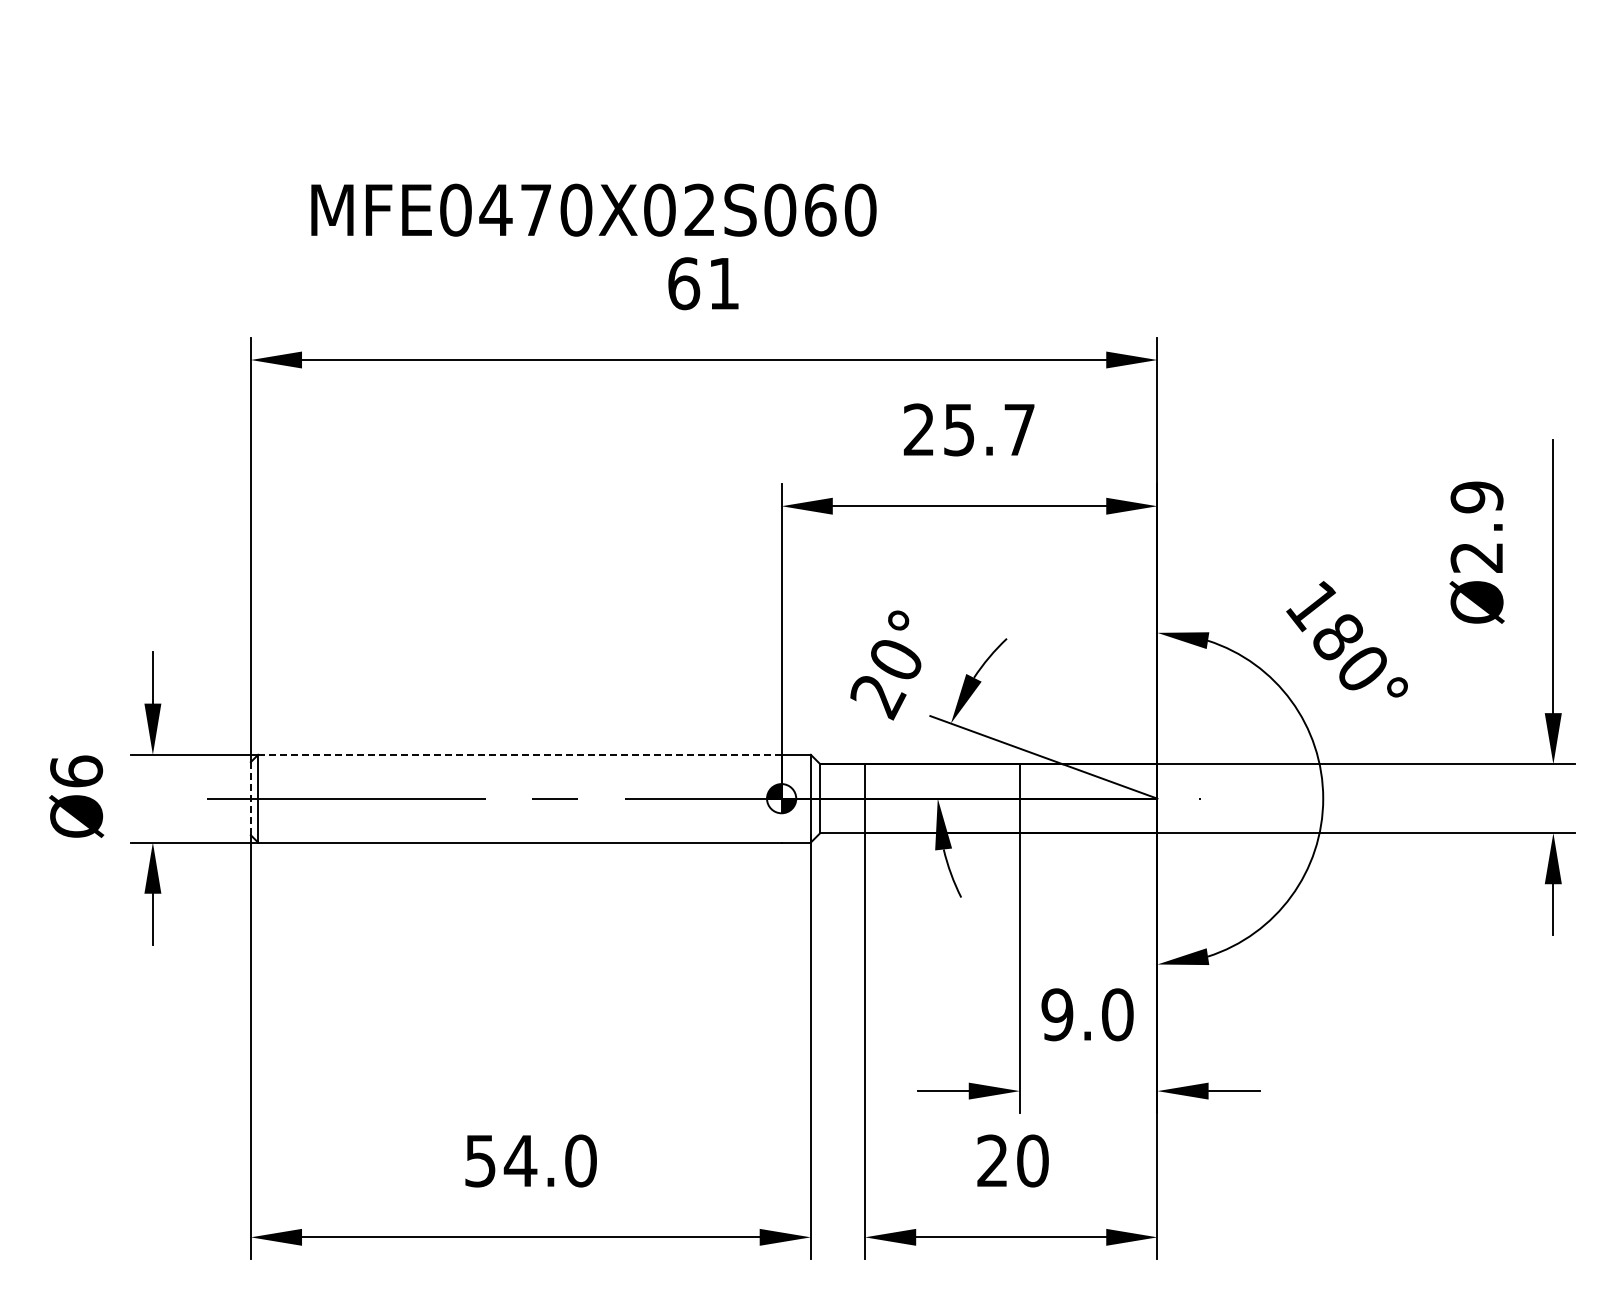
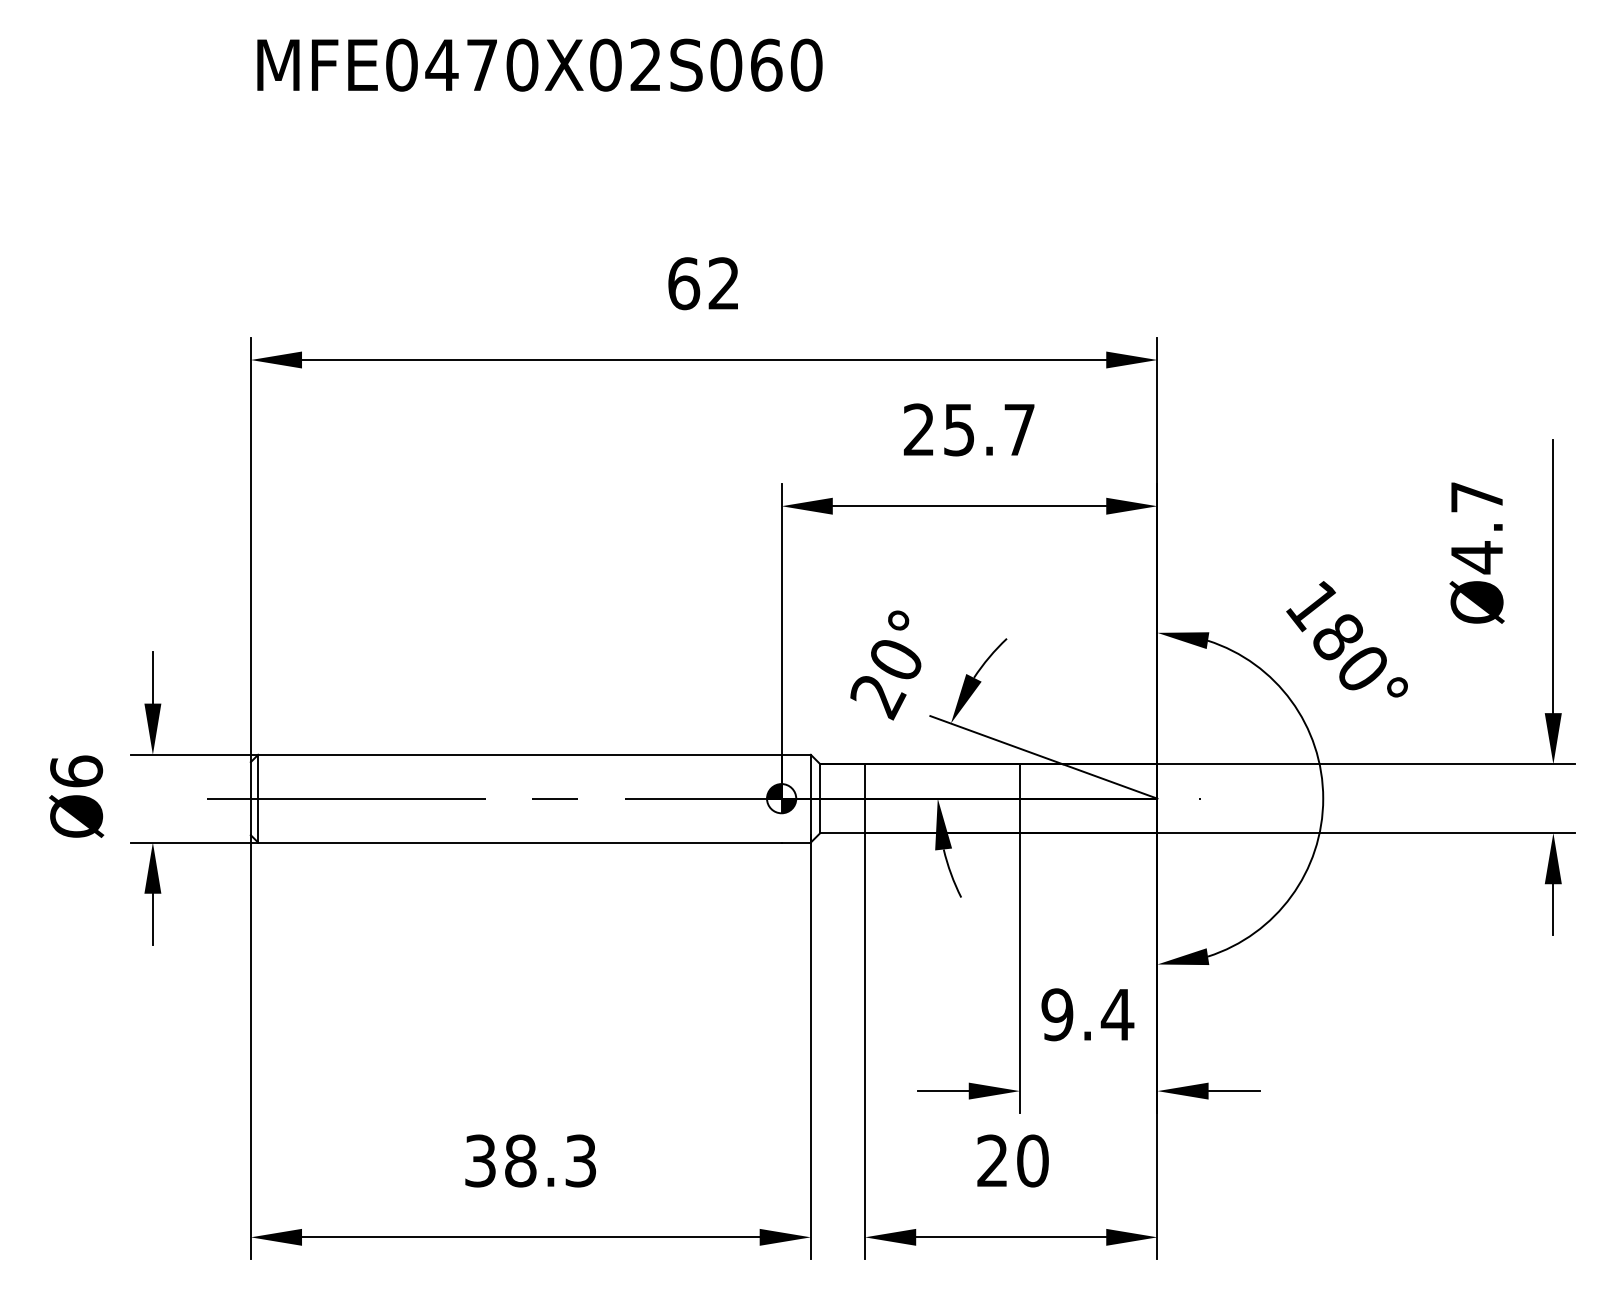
text at (593, 209) position: (593, 209) -> (539, 64)
text at (723, 283): 61 -> 62
text at (1476, 527): Ø2.9 -> Ø4.7
line at (519, 754): dashed -> solid
line at (250, 798): dashed -> solid
text at (1117, 1014): 9.0 -> 9.4
text at (530, 1160): 54.0 -> 38.3
